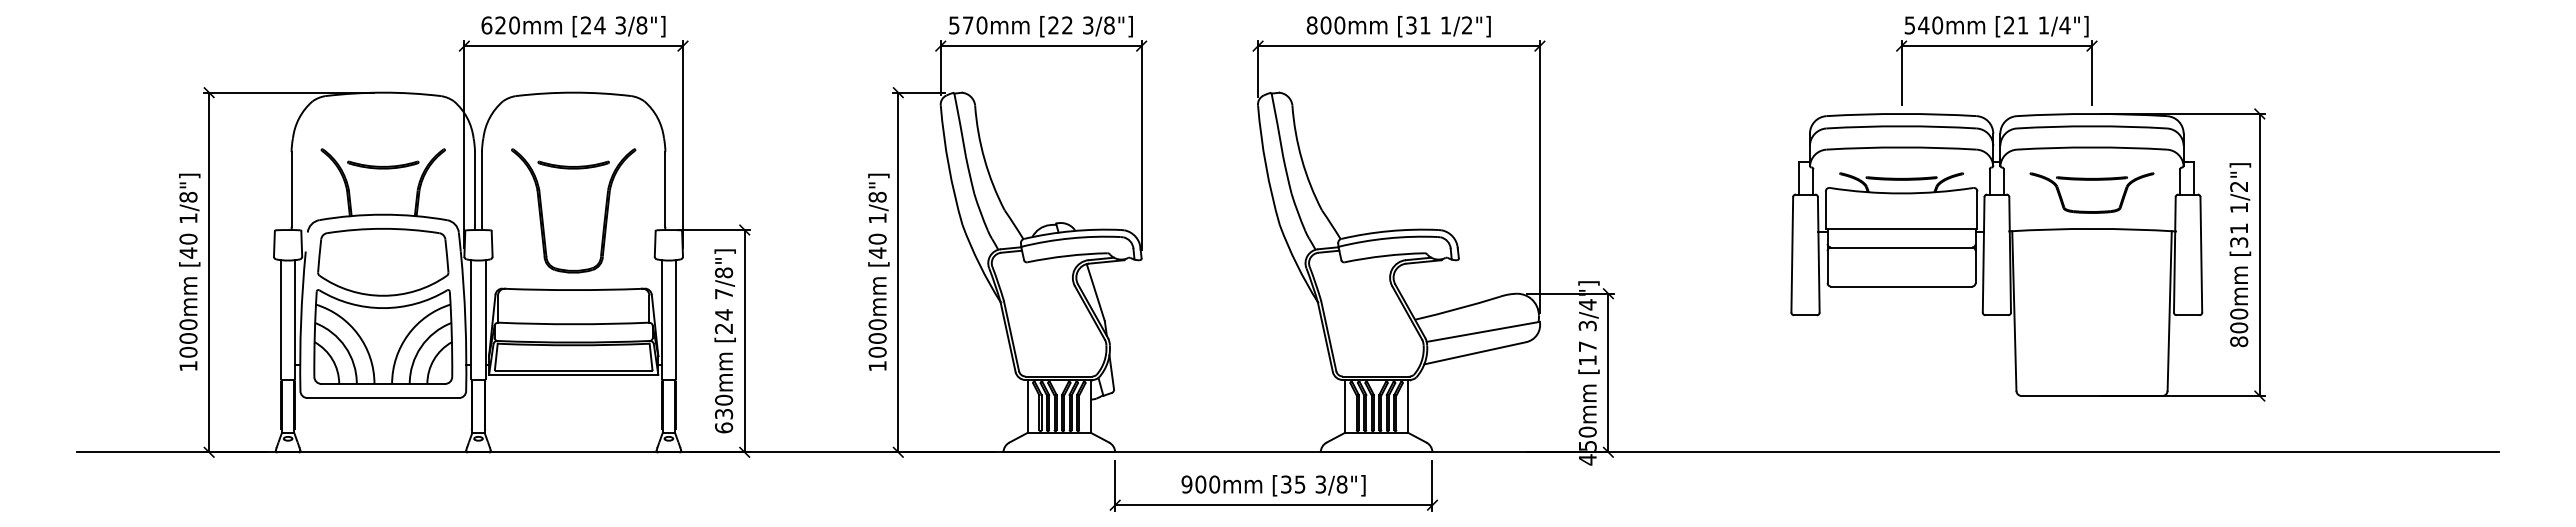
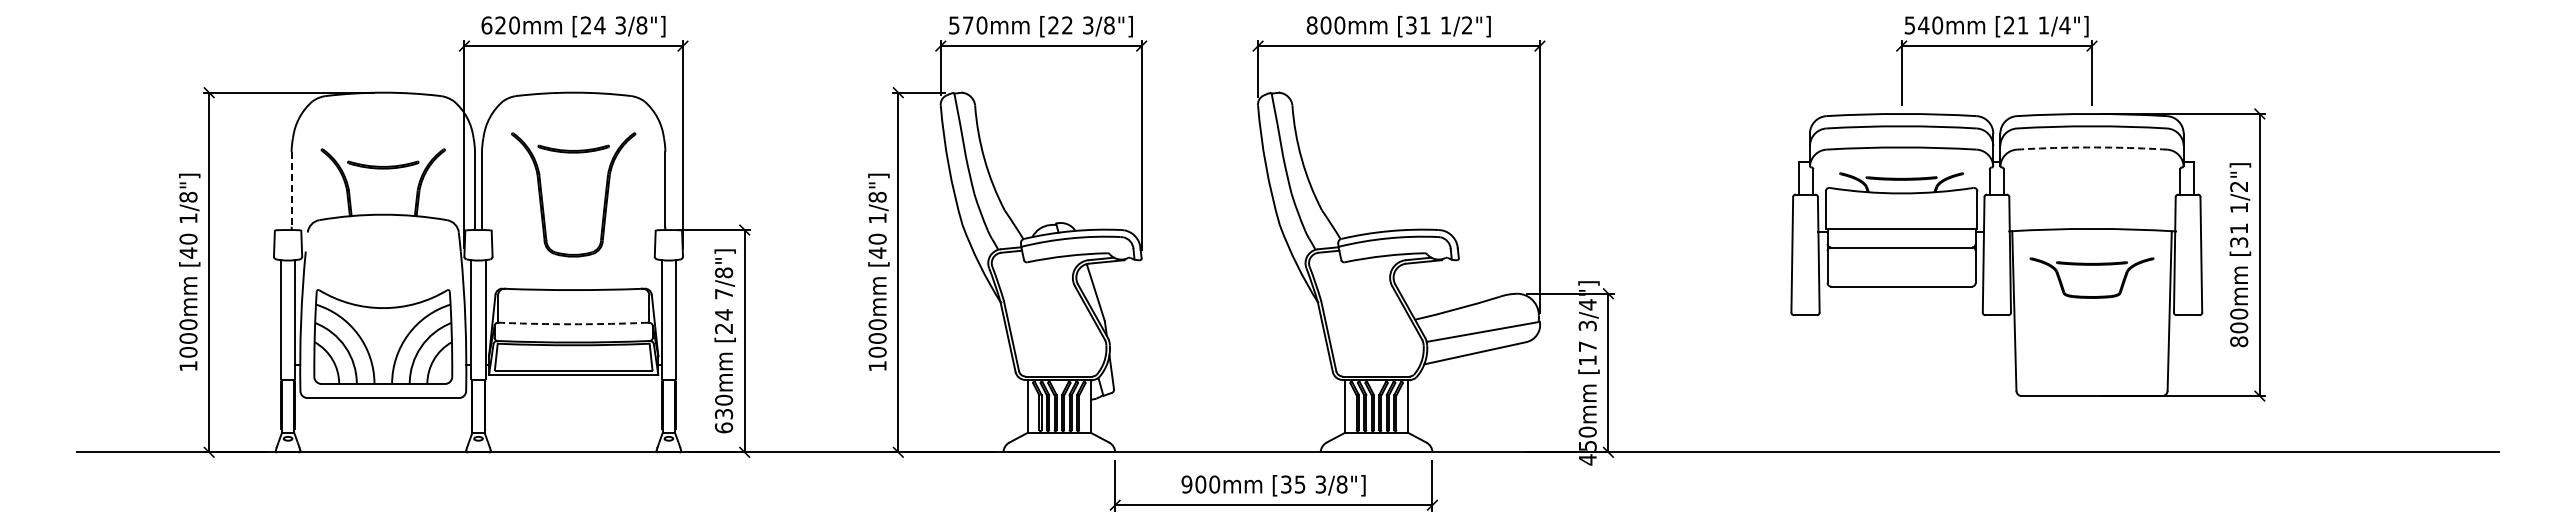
arc at (2092, 147): solid -> dashed
part at (2091, 180) position: (2091, 180) -> (2091, 265)
line at (291, 189): solid -> dashed
part at (543, 217) position: (543, 217) -> (543, 201)
part at (383, 262): present -> none
arc at (573, 324): solid -> dashed
